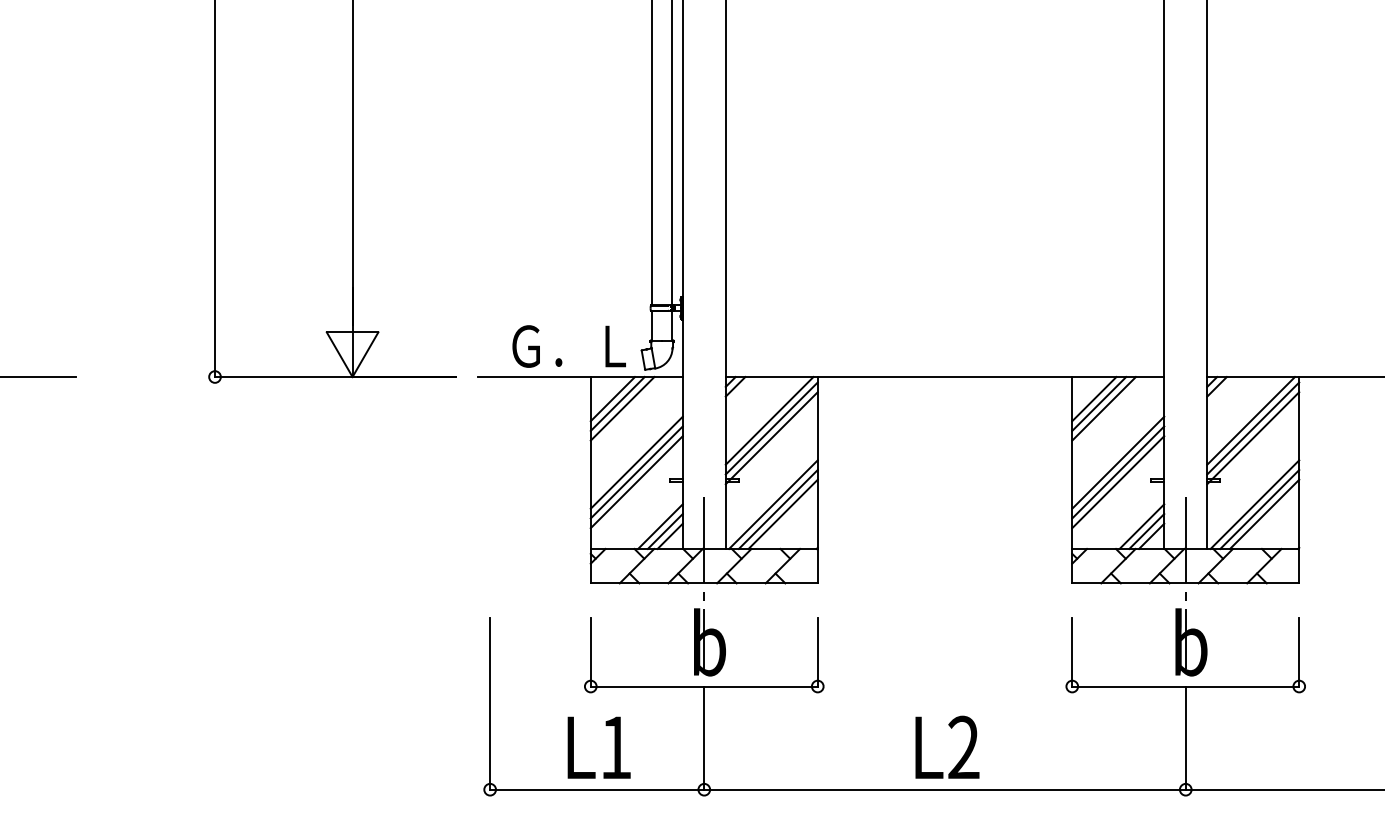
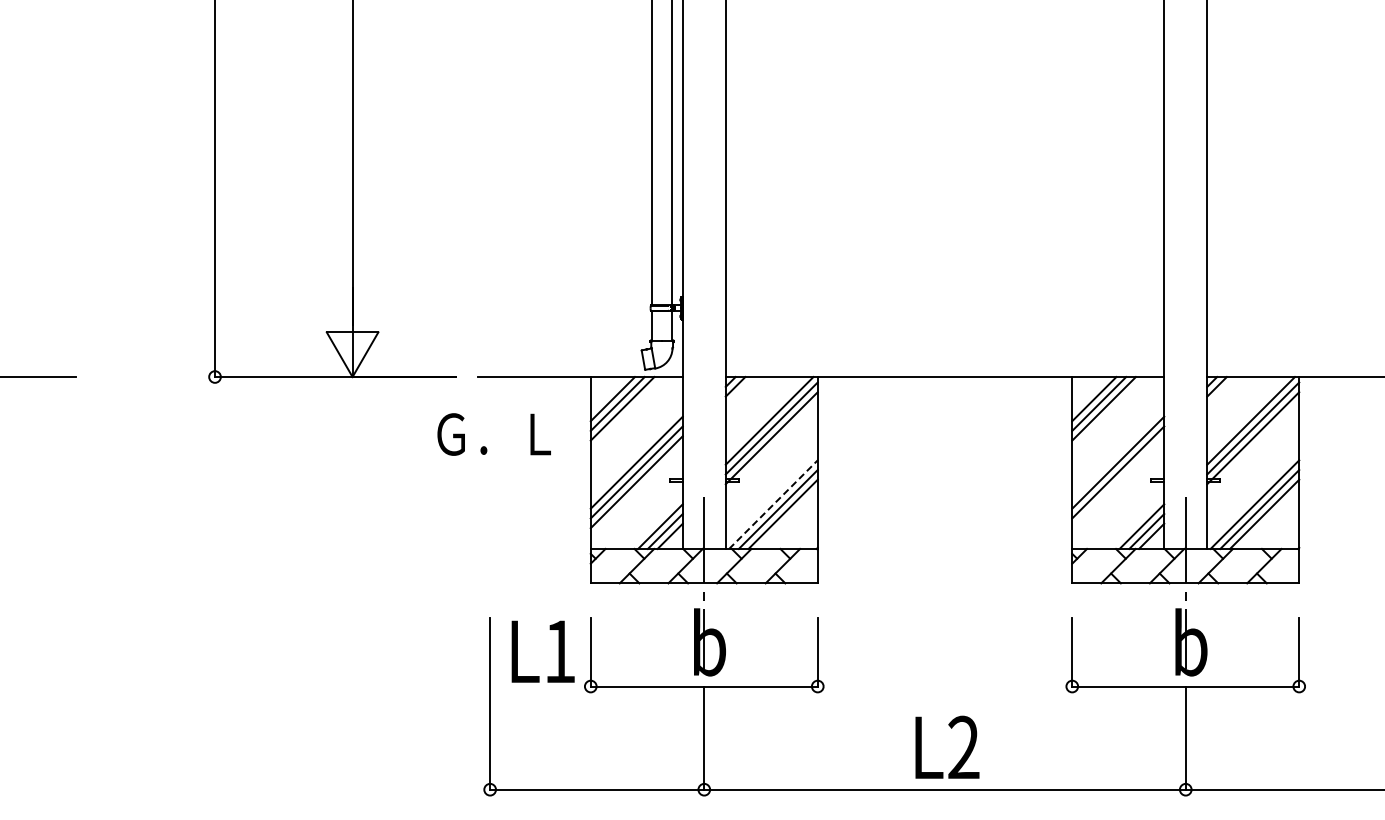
text at (568, 346) position: (568, 346) -> (493, 434)
line at (1118, 482): present -> none
line at (773, 504): solid -> dashed
text at (598, 747) position: (598, 747) -> (542, 651)
